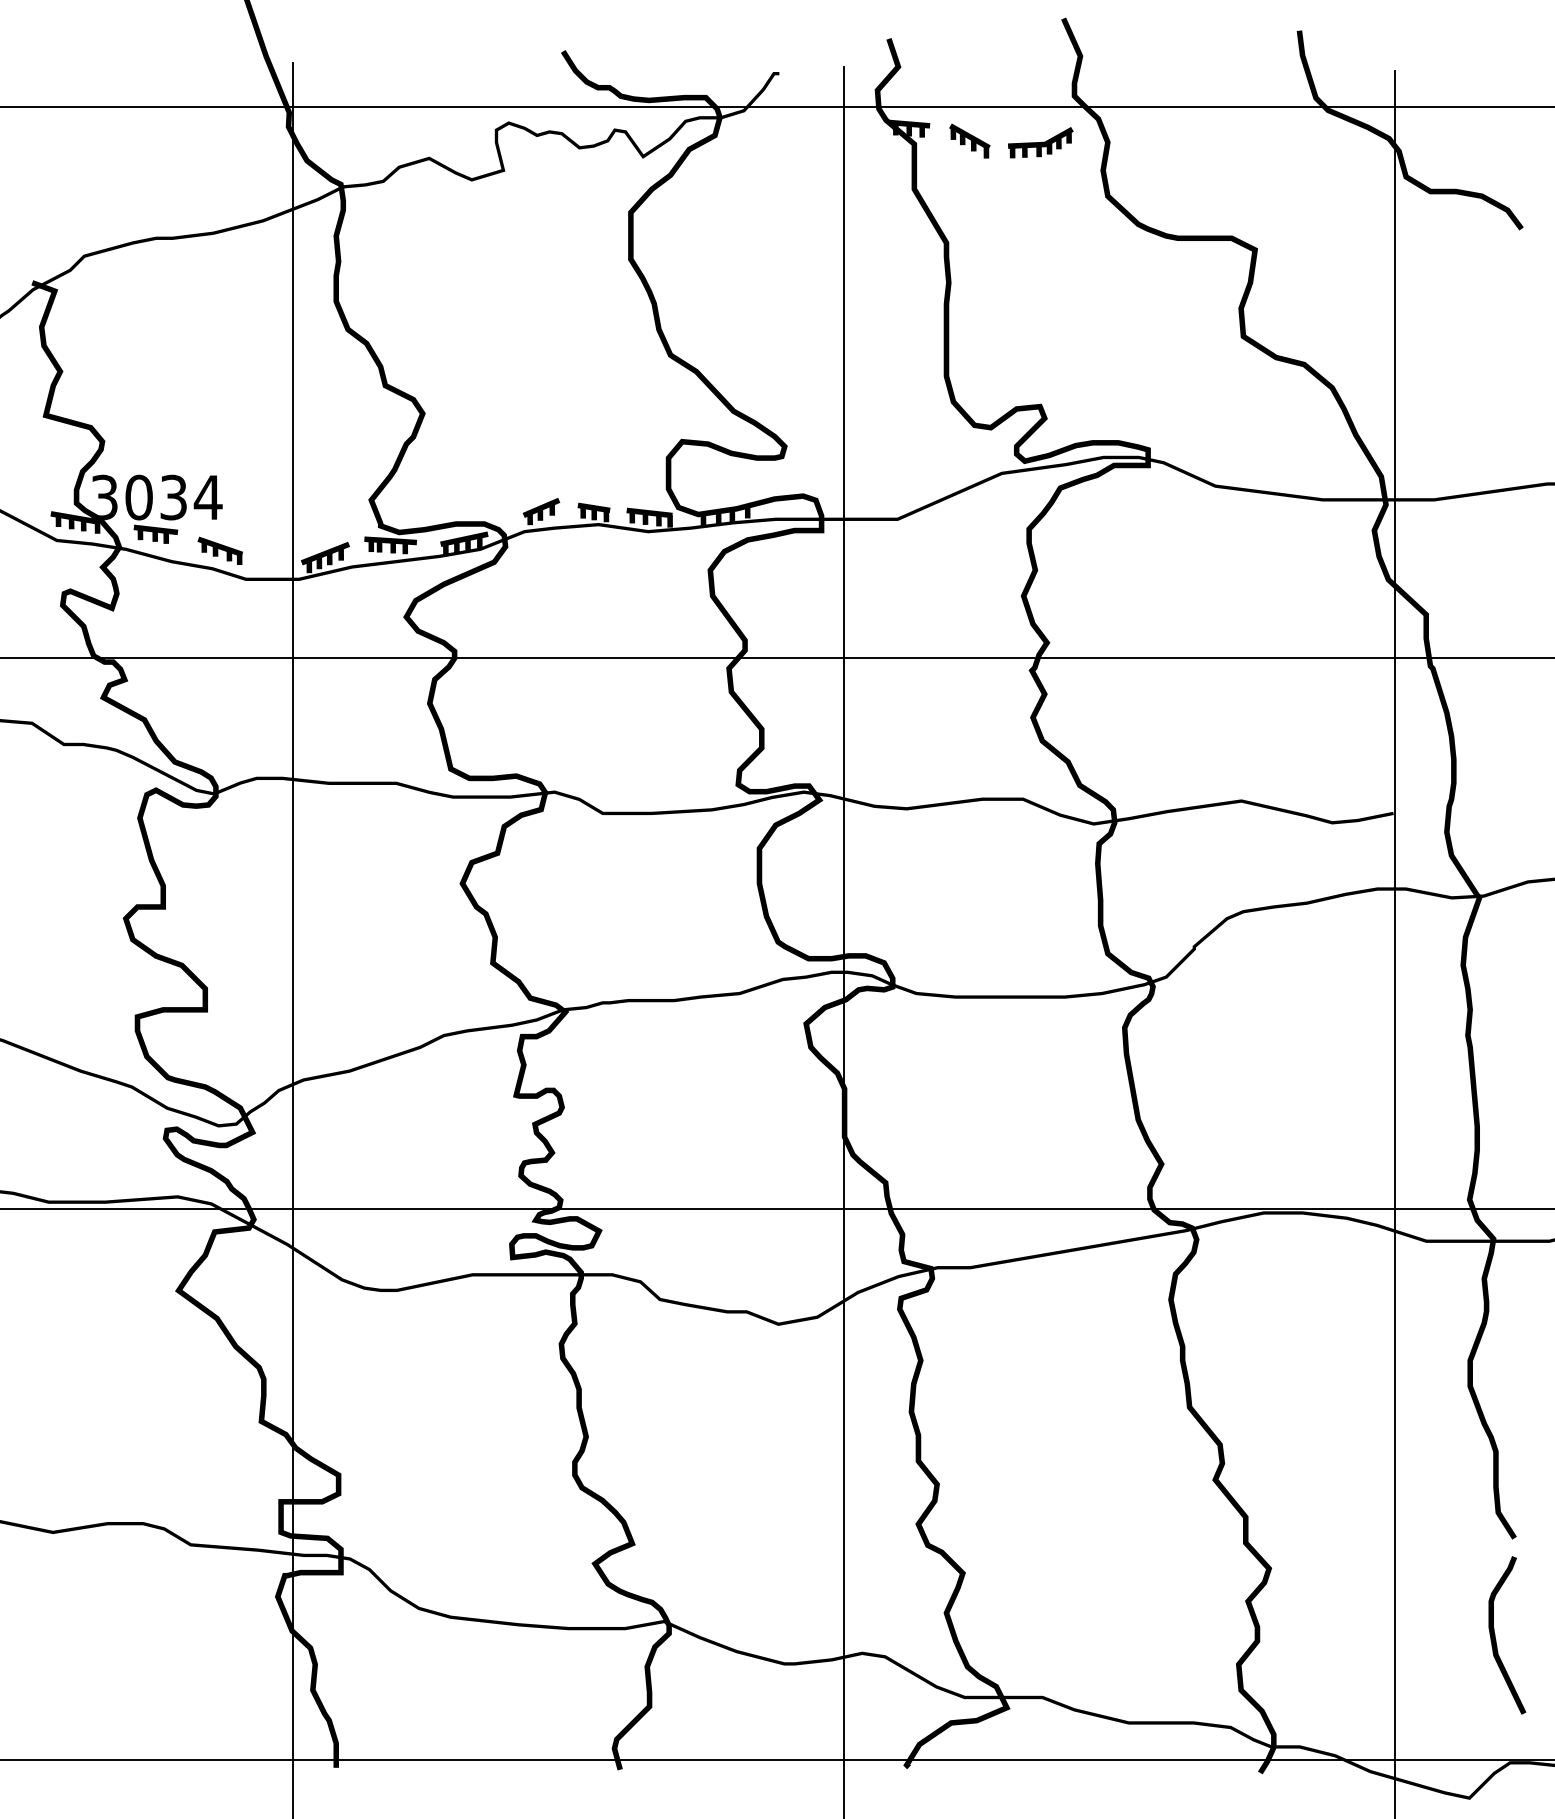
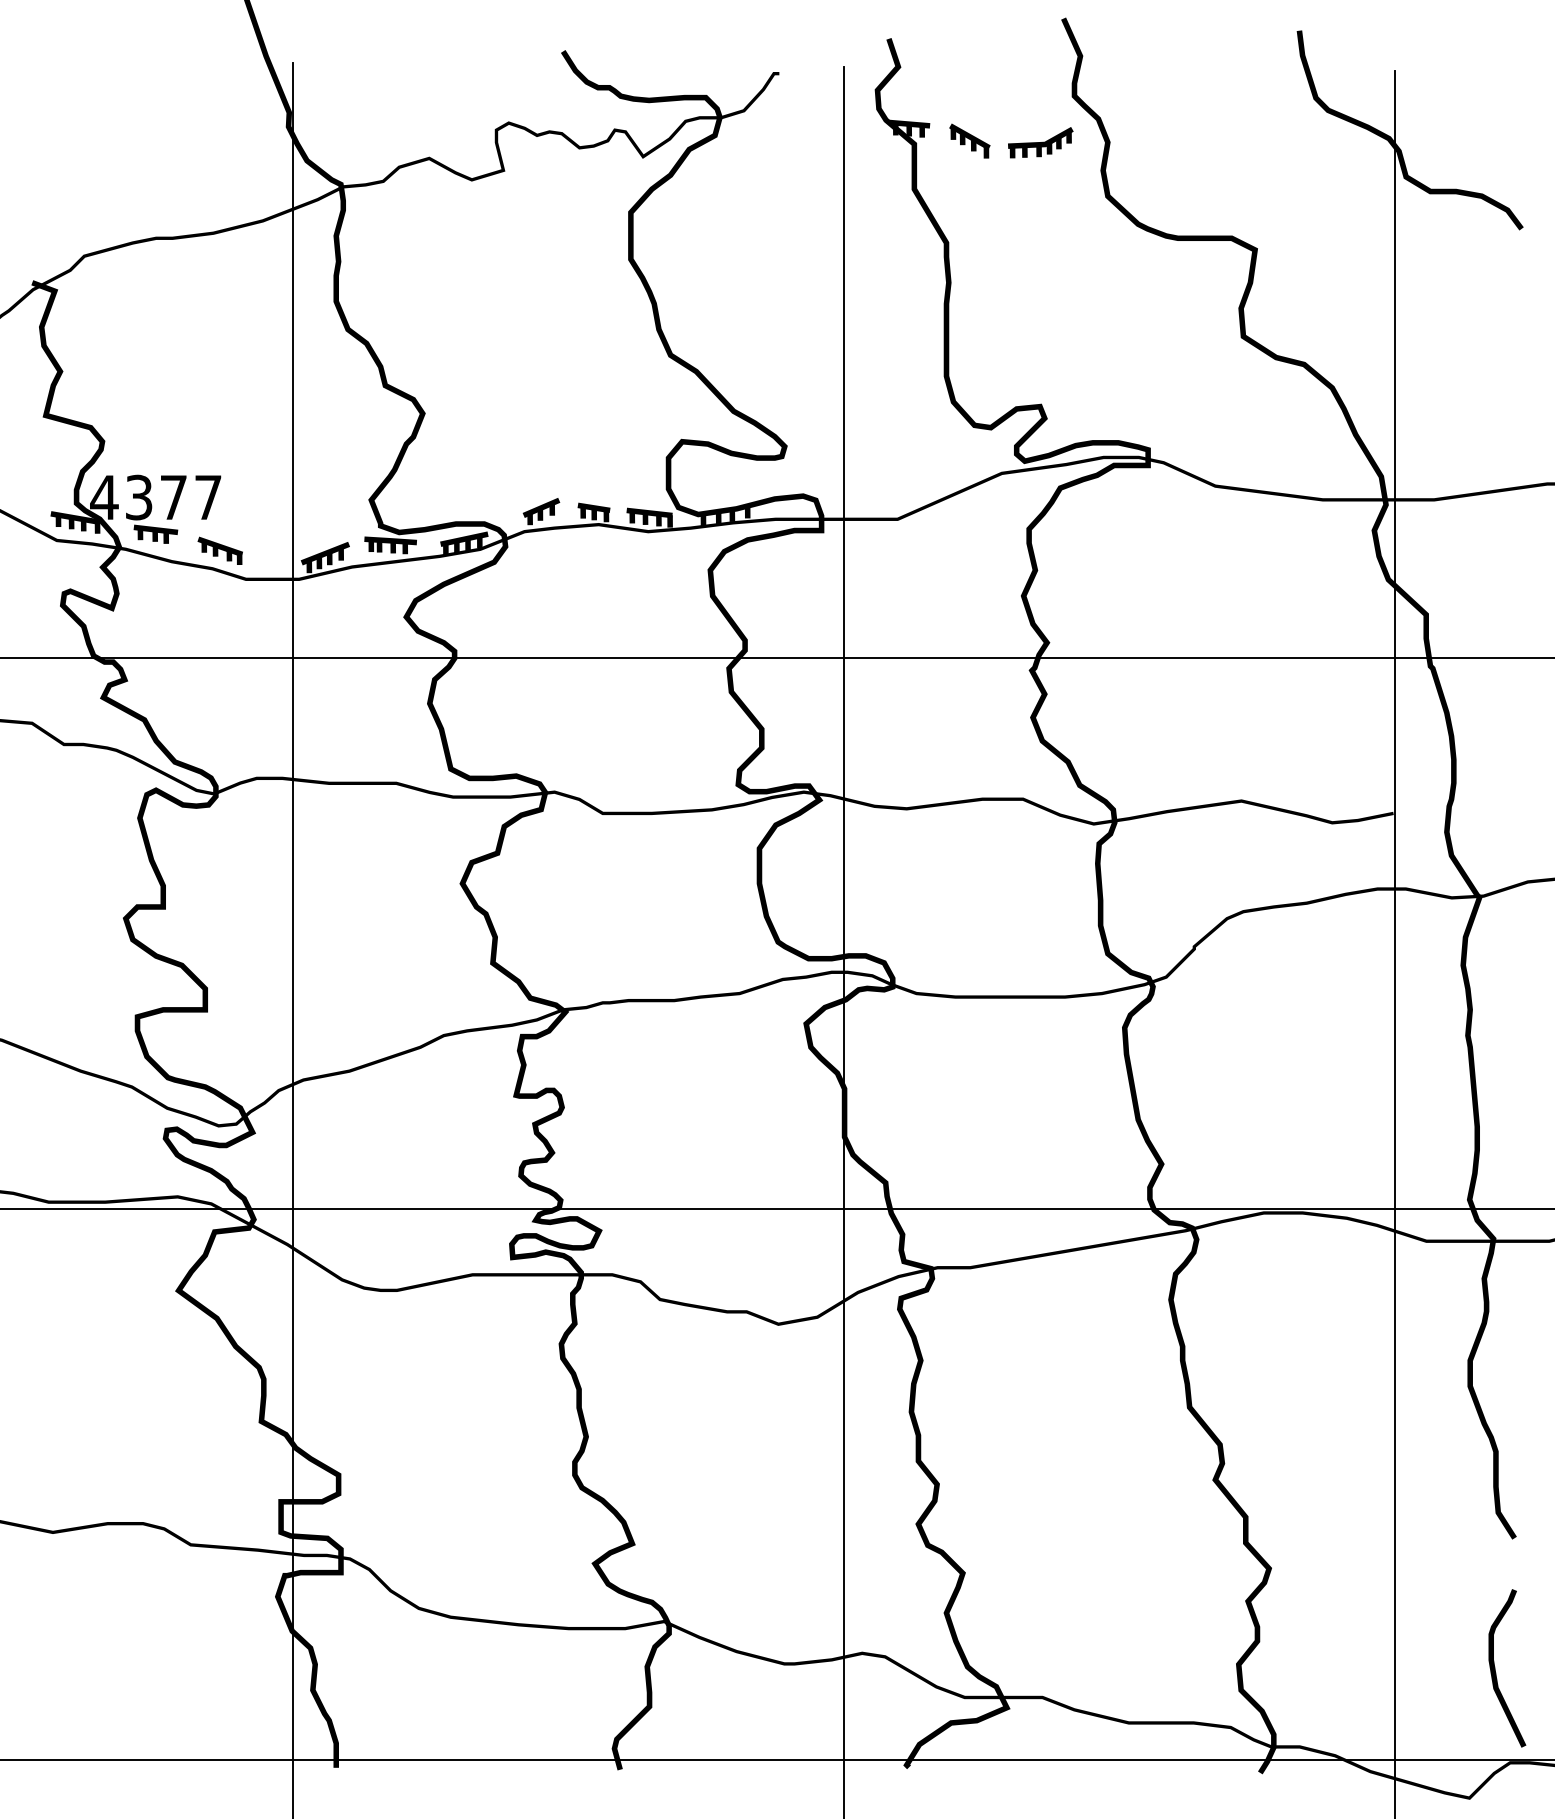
line at (776, 106): present -> none
text at (156, 497): 3034 -> 4377
curve at (1496, 1639) position: (1496, 1639) -> (1496, 1672)
